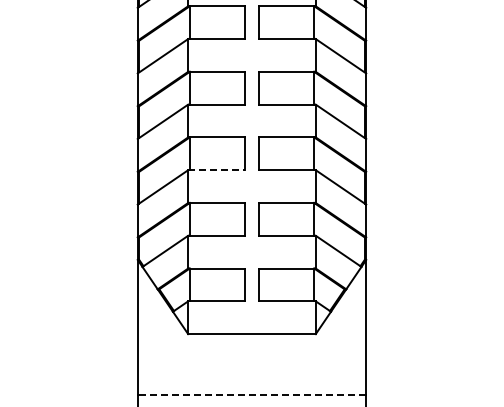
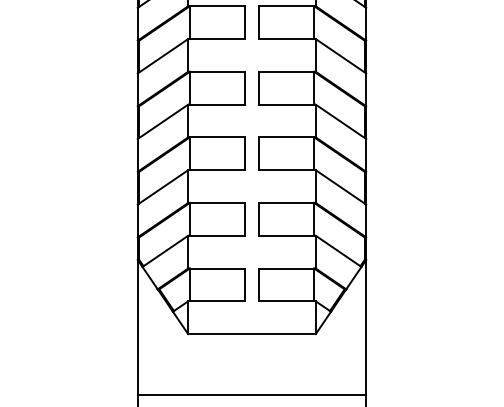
line at (216, 170): dashed -> solid
line at (251, 394): dashed -> solid
